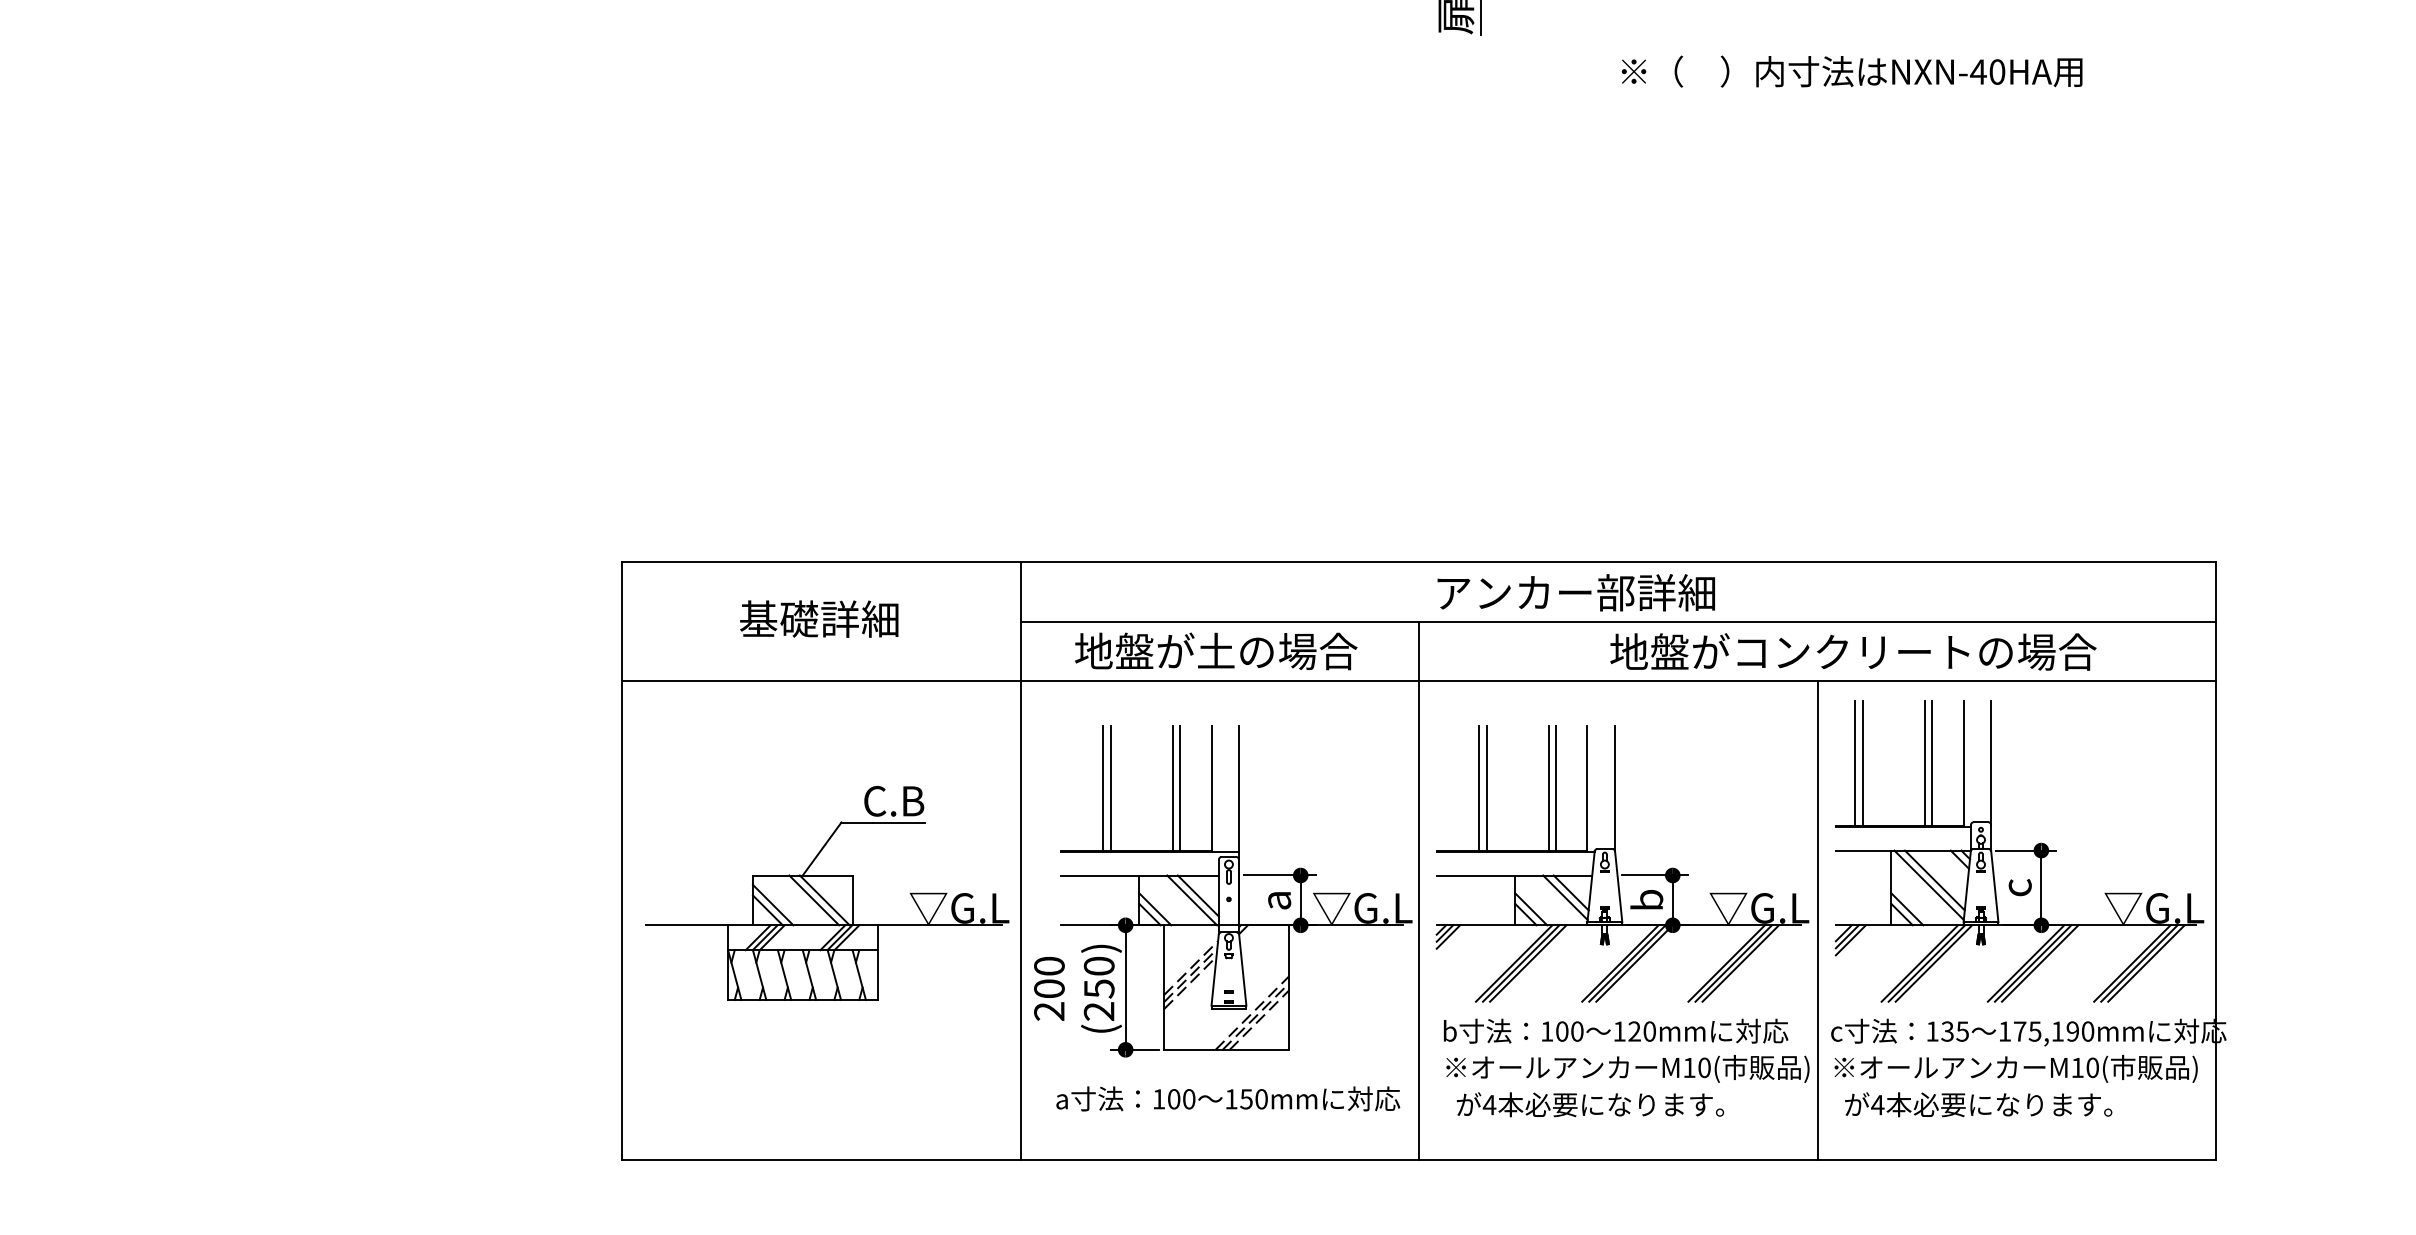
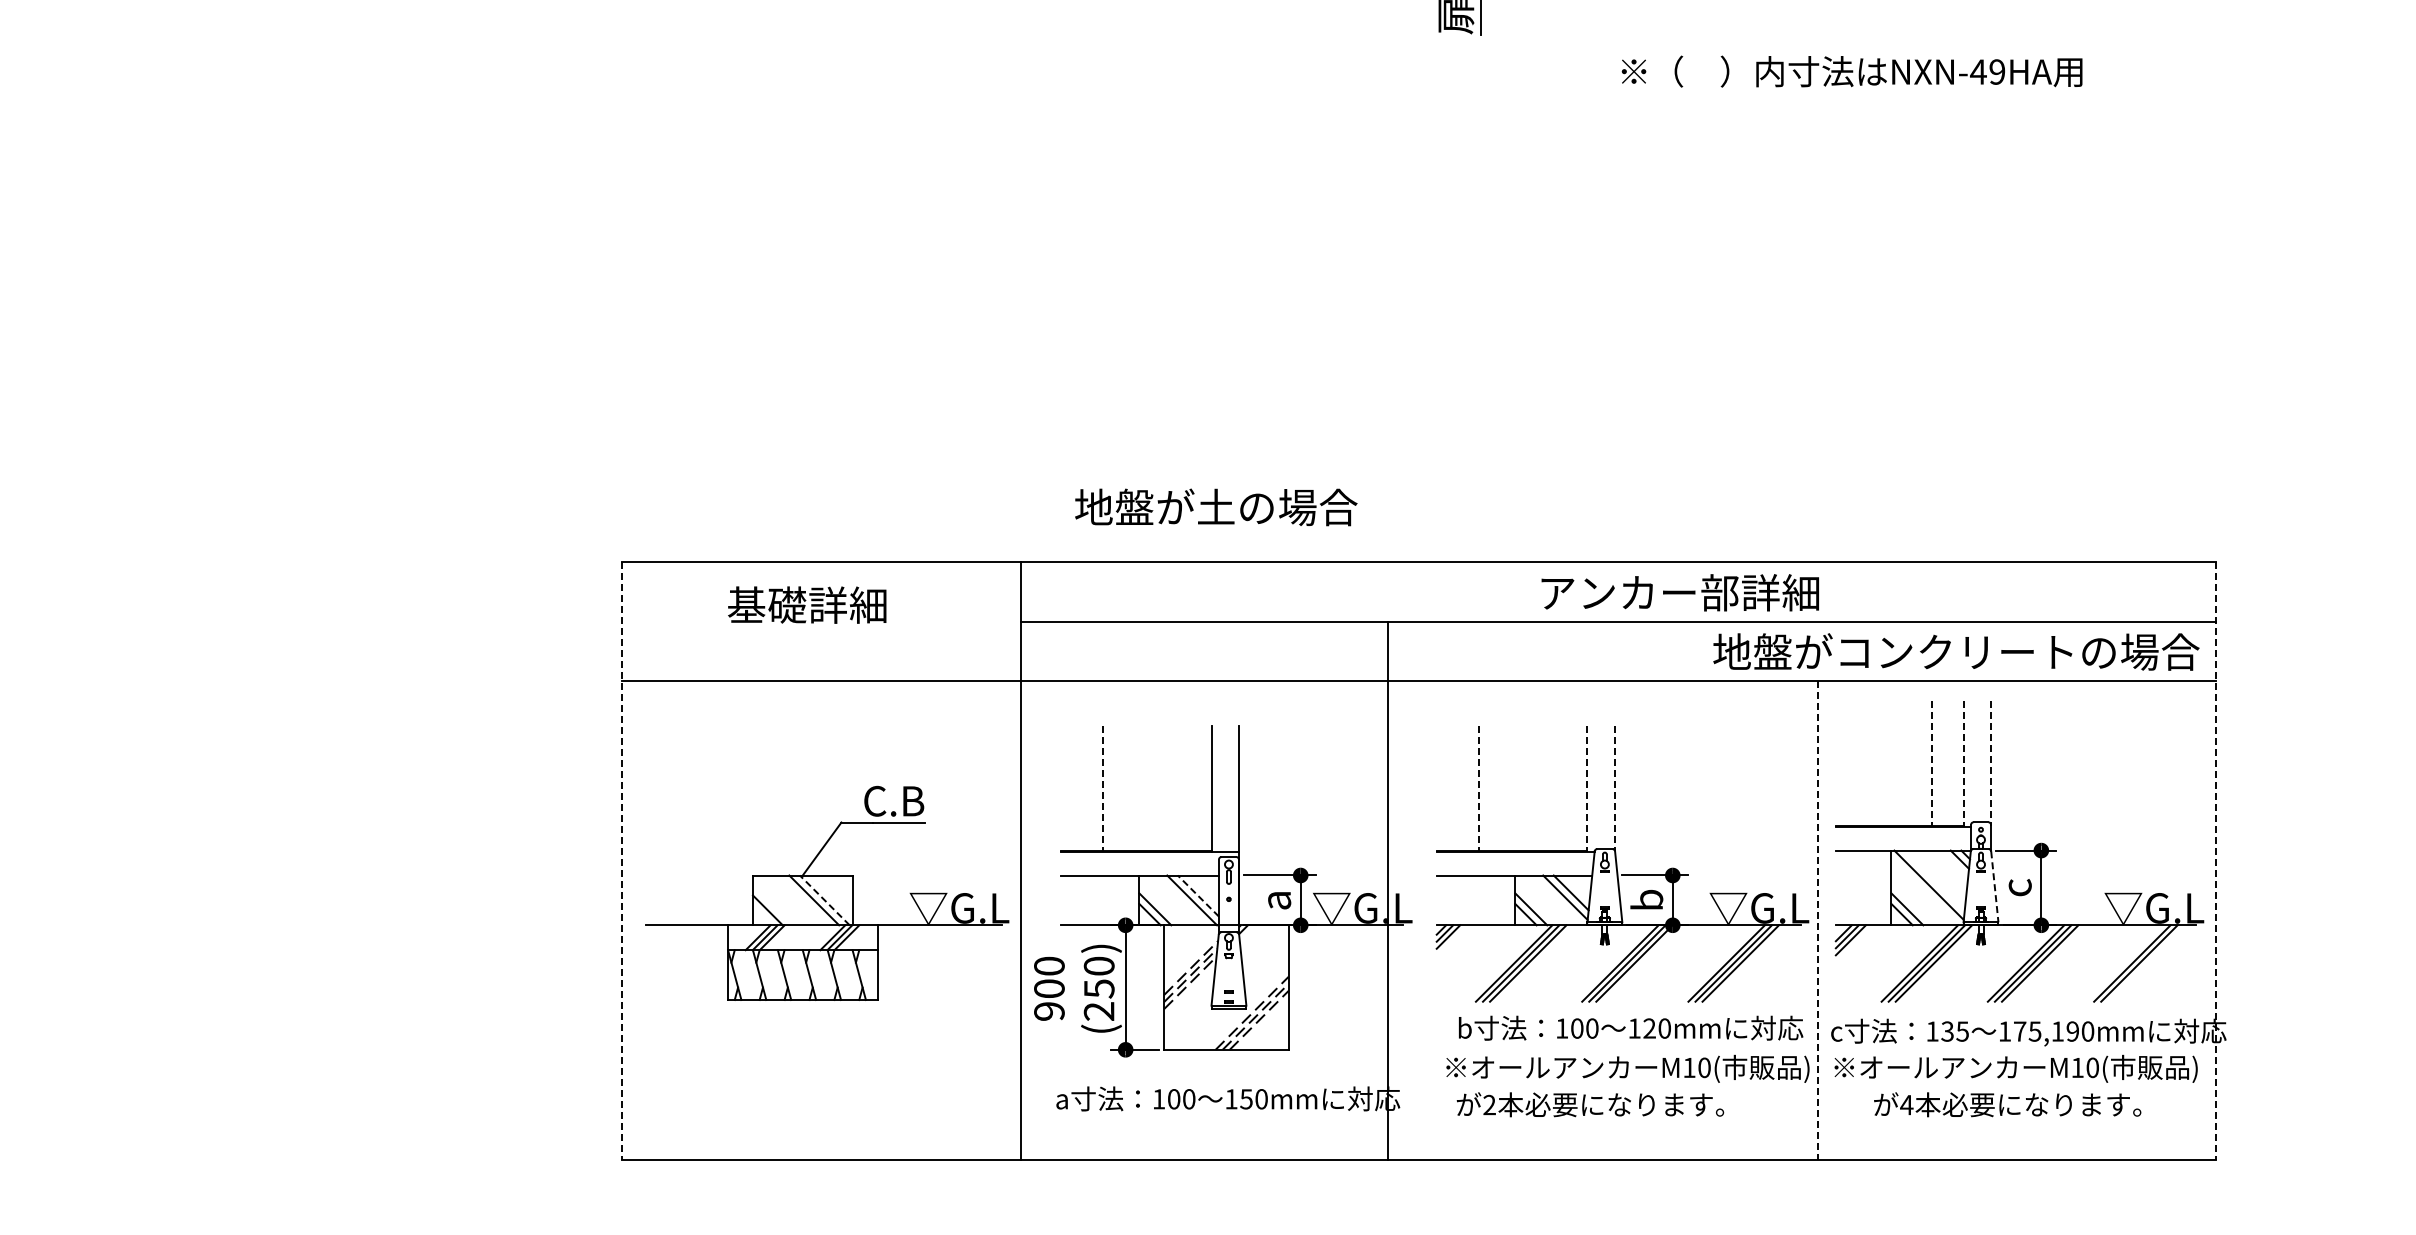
text at (1997, 71): NXN-40HA -> NXN-49HA
text at (1575, 592) position: (1575, 592) -> (1679, 592)
text at (819, 618) position: (819, 618) -> (807, 604)
text at (1216, 651) position: (1216, 651) -> (1216, 507)
text at (1853, 651) position: (1853, 651) -> (1956, 651)
line at (1855, 763): present -> none
line at (1862, 763): present -> none
line at (1924, 763): present -> none
line at (1932, 763): solid -> dashed
line at (1990, 763): solid -> dashed
line at (1963, 764): solid -> dashed
line at (1103, 788): solid -> dashed
line at (1110, 788): present -> none
line at (1172, 788): present -> none
line at (1180, 788): present -> none
line at (1479, 788): solid -> dashed
line at (1486, 788): present -> none
line at (1548, 788): present -> none
line at (1556, 788): present -> none
line at (1614, 788): solid -> dashed
line at (1587, 789): solid -> dashed
line at (622, 860): solid -> dashed
line at (2216, 860): solid -> dashed
line at (1934, 880): present -> none
line at (1994, 886): solid -> dashed
line at (1419, 890) position: (1419, 890) -> (1388, 890)
line at (1198, 895): solid -> dashed
line at (824, 900): solid -> dashed
line at (772, 904): present -> none
line at (1817, 921): solid -> dashed
line at (2146, 963): present -> none
text at (1049, 1011): 200 -> 900
text at (1616, 1030) position: (1616, 1030) -> (1631, 1027)
text at (1489, 1104): 4 -> 2
text at (1978, 1104) position: (1978, 1104) -> (2007, 1104)
